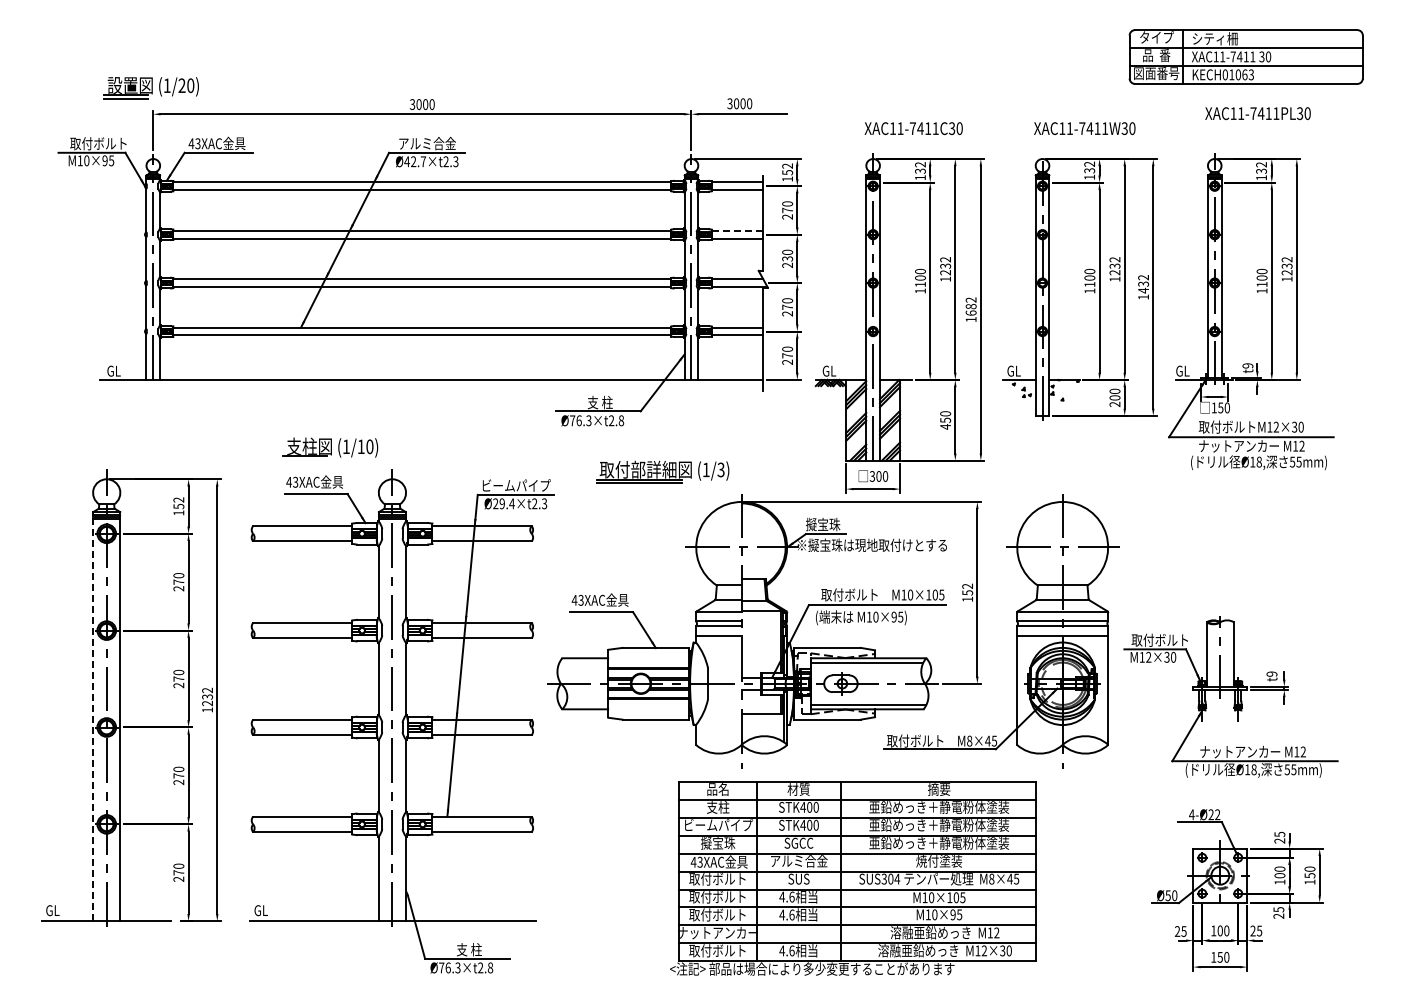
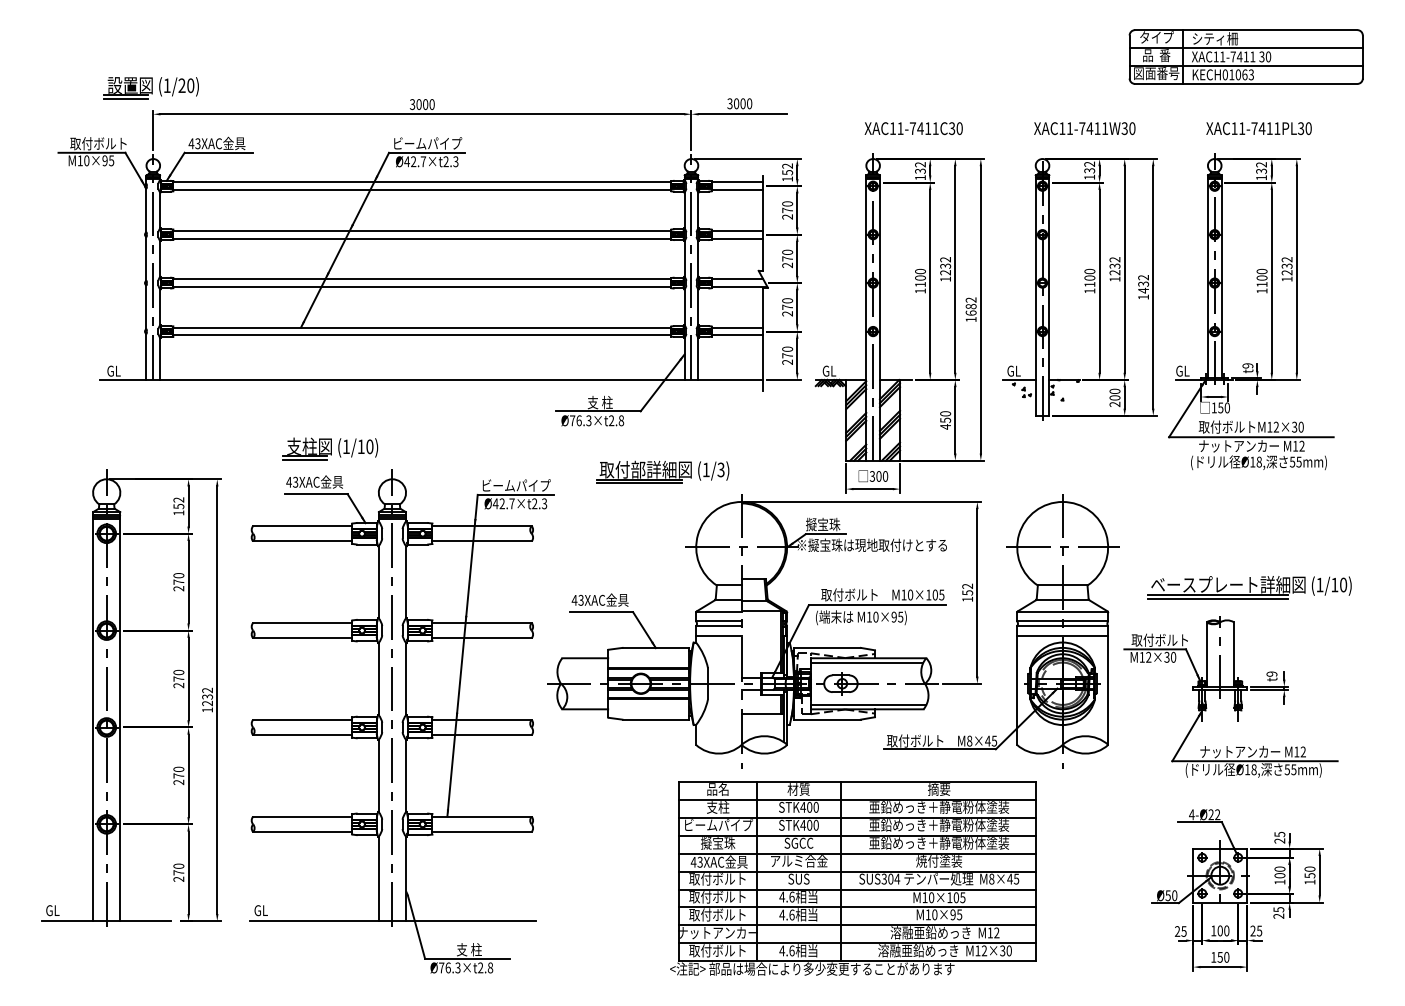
text at (1257, 113) position: (1257, 113) -> (1258, 128)
text at (428, 143): アルミ合金 -> ビームパイプ
line at (737, 230): dashed -> solid
text at (787, 258): 230 -> 270
line at (305, 460): none -> present
text at (503, 503): Ø29.4×t2.3 -> Ø42.7×t2.3
part at (1249, 587): none -> present
line at (93, 718): dashed -> solid
